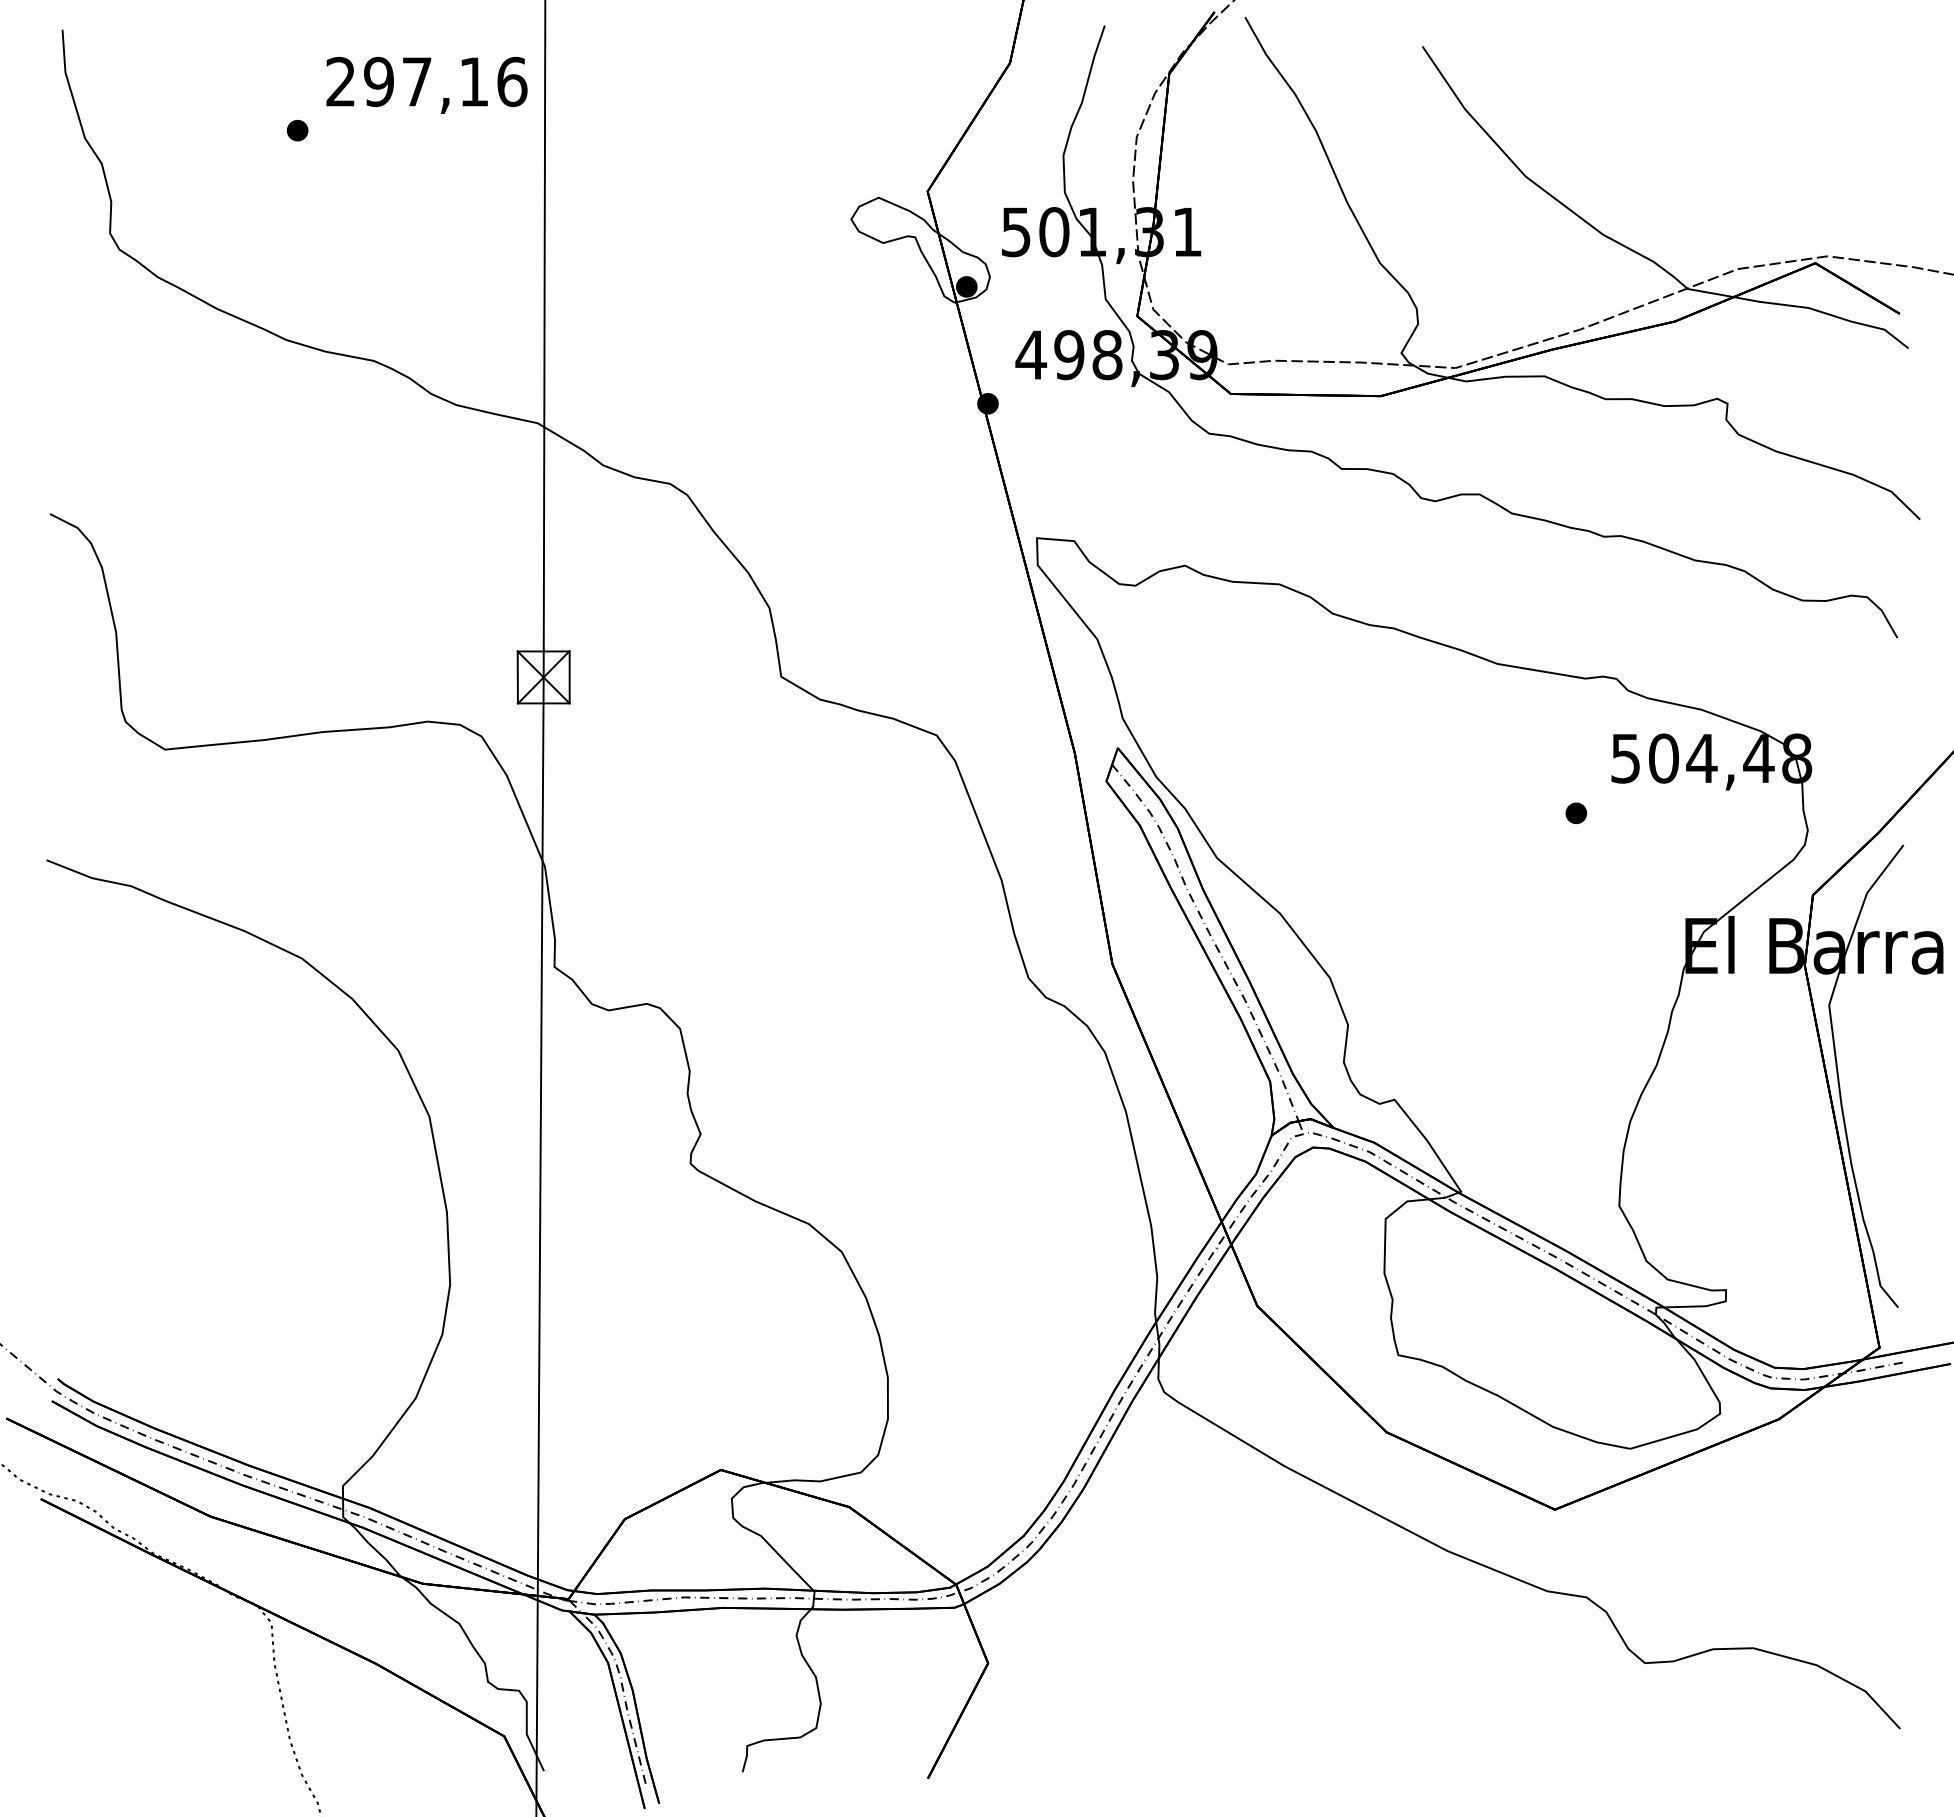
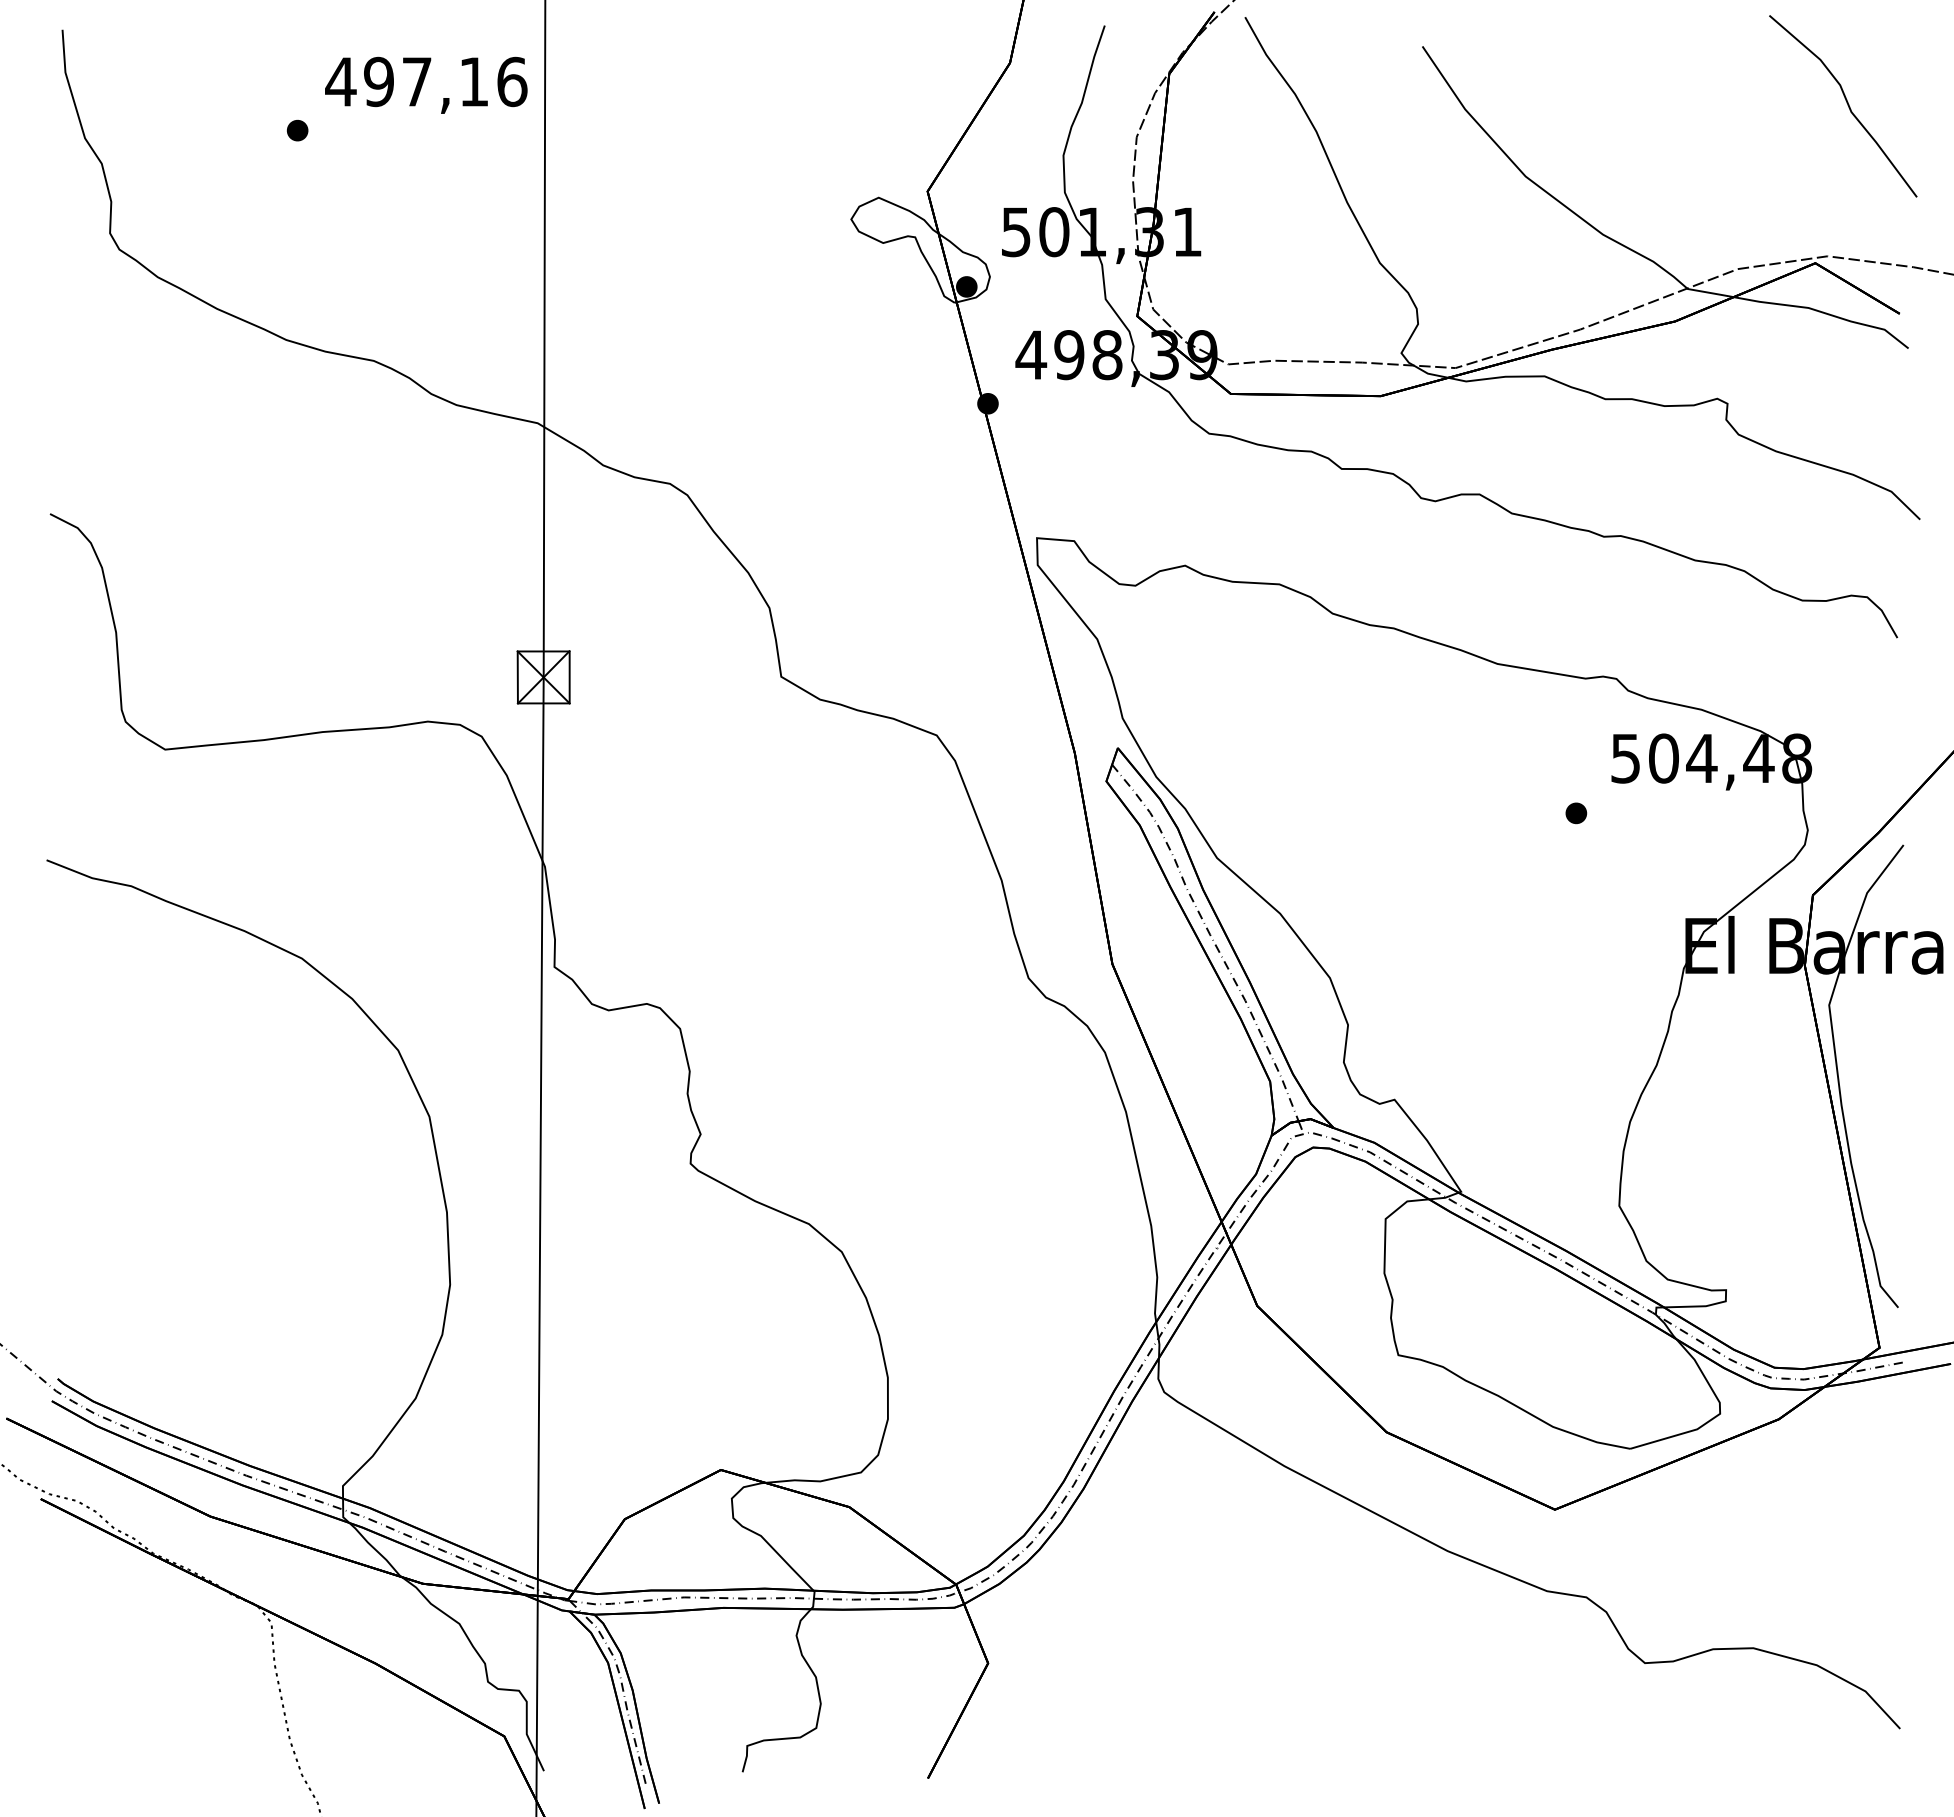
text at (340, 81): 297,16 -> 497,16
curve at (1847, 105): none -> present
